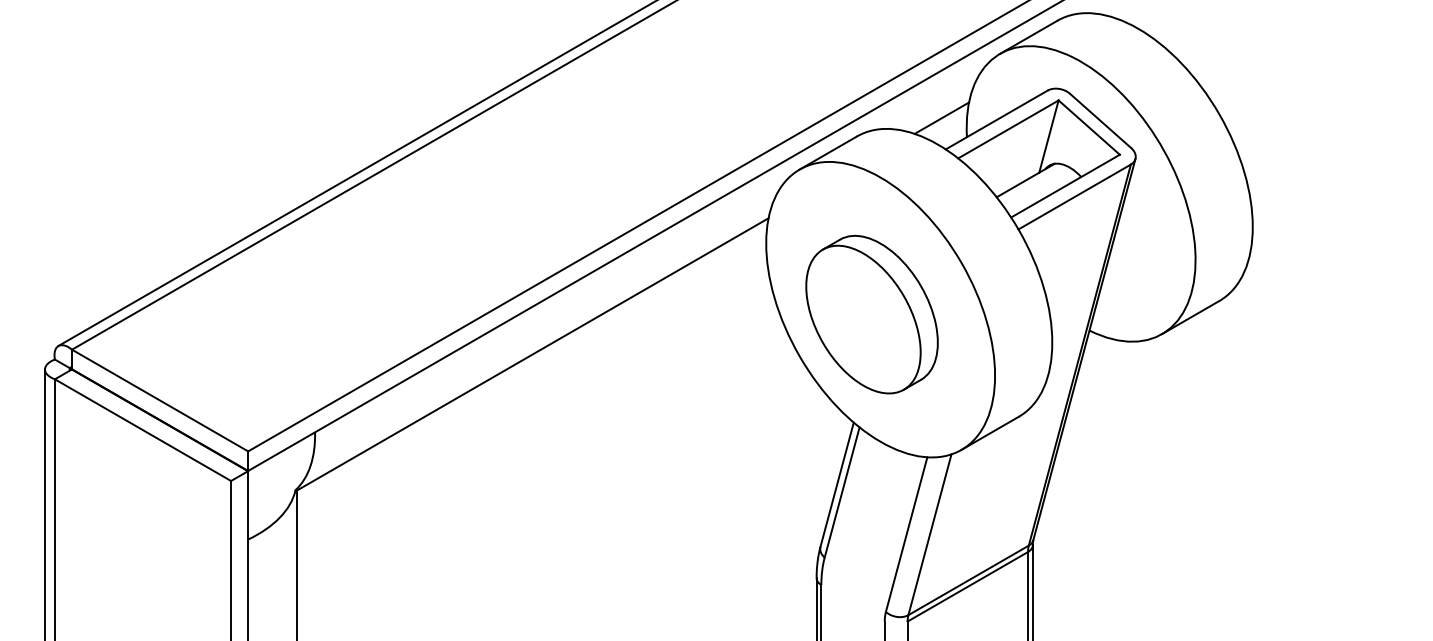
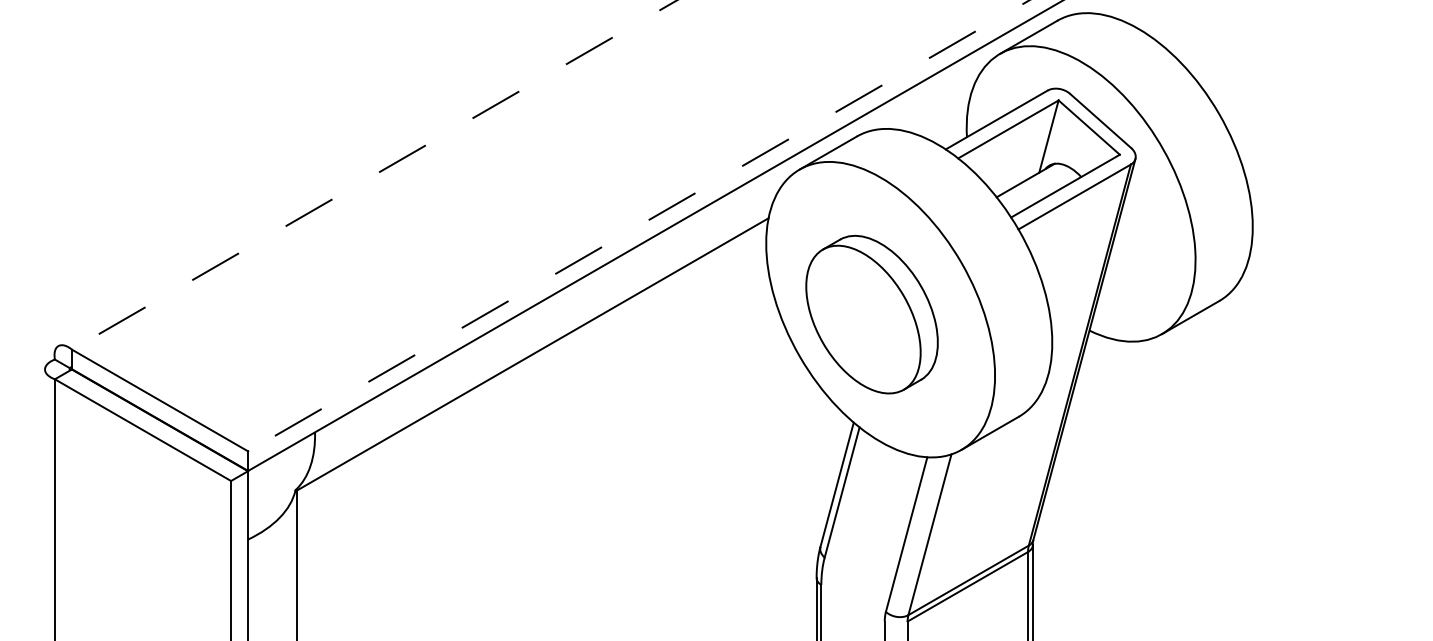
line at (941, 117): present -> none
line at (355, 173): present -> none
line at (374, 175): solid -> dashed
line at (638, 225): solid -> dashed
line at (44, 503): present -> none
